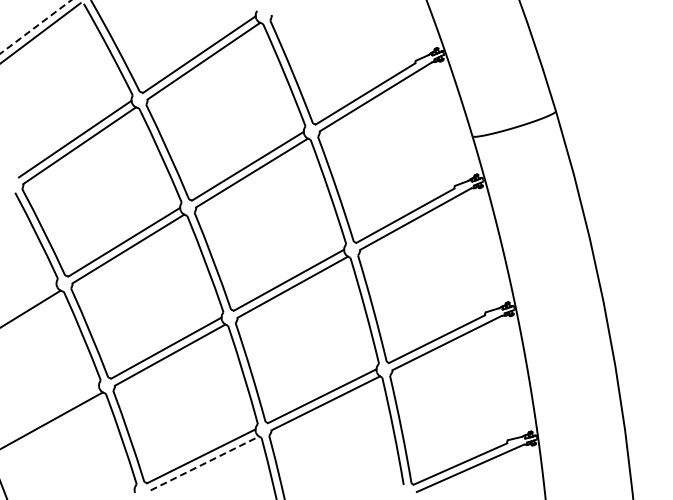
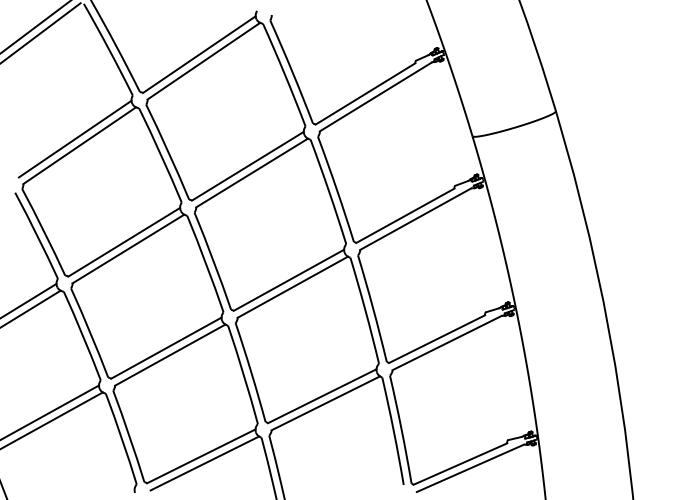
line at (36, 26): dashed -> solid
line at (29, 299): none -> present
line at (50, 411): none -> present
line at (204, 463): dashed -> solid
